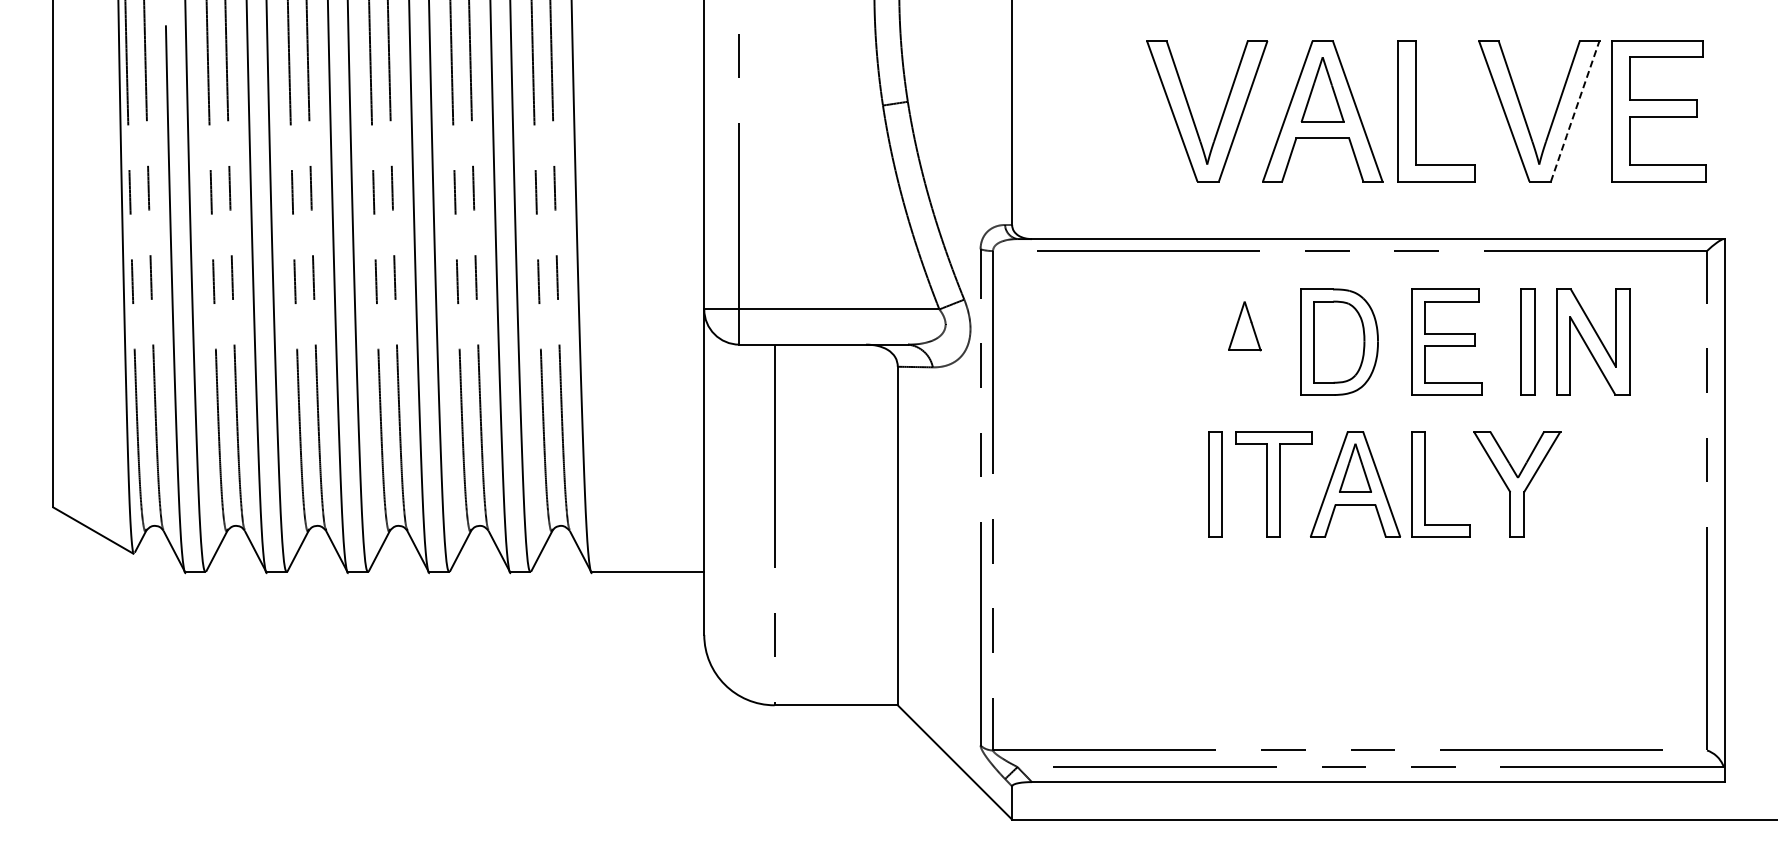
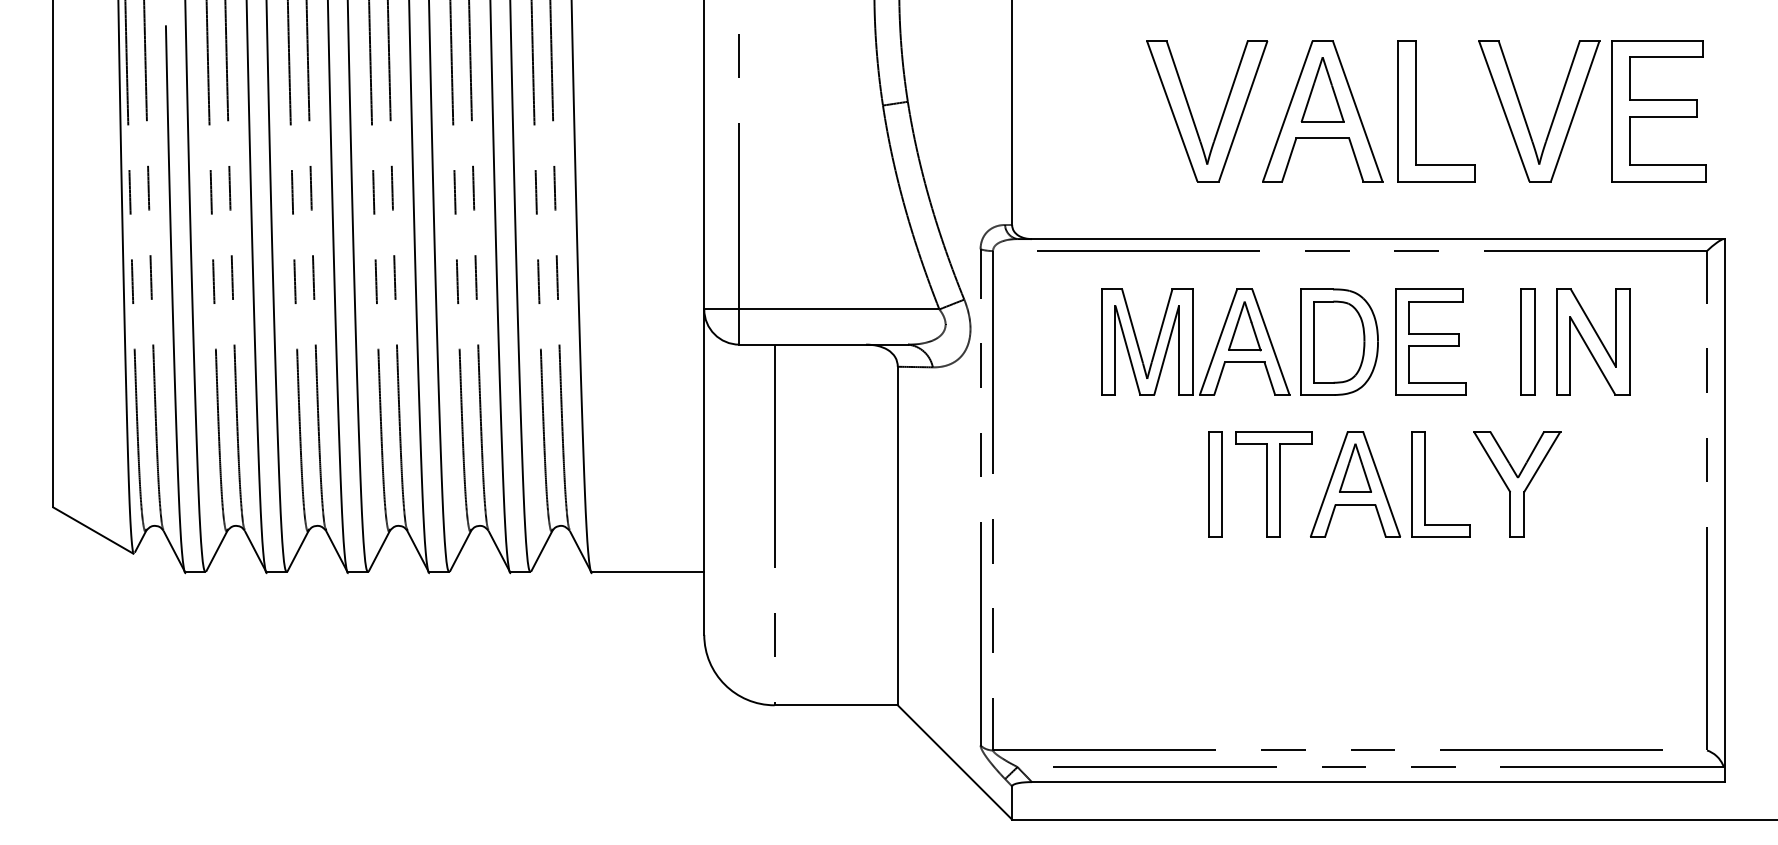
line at (1575, 110): dashed -> solid
part at (1195, 341): none -> present
part at (1446, 341) position: (1446, 341) -> (1430, 341)
